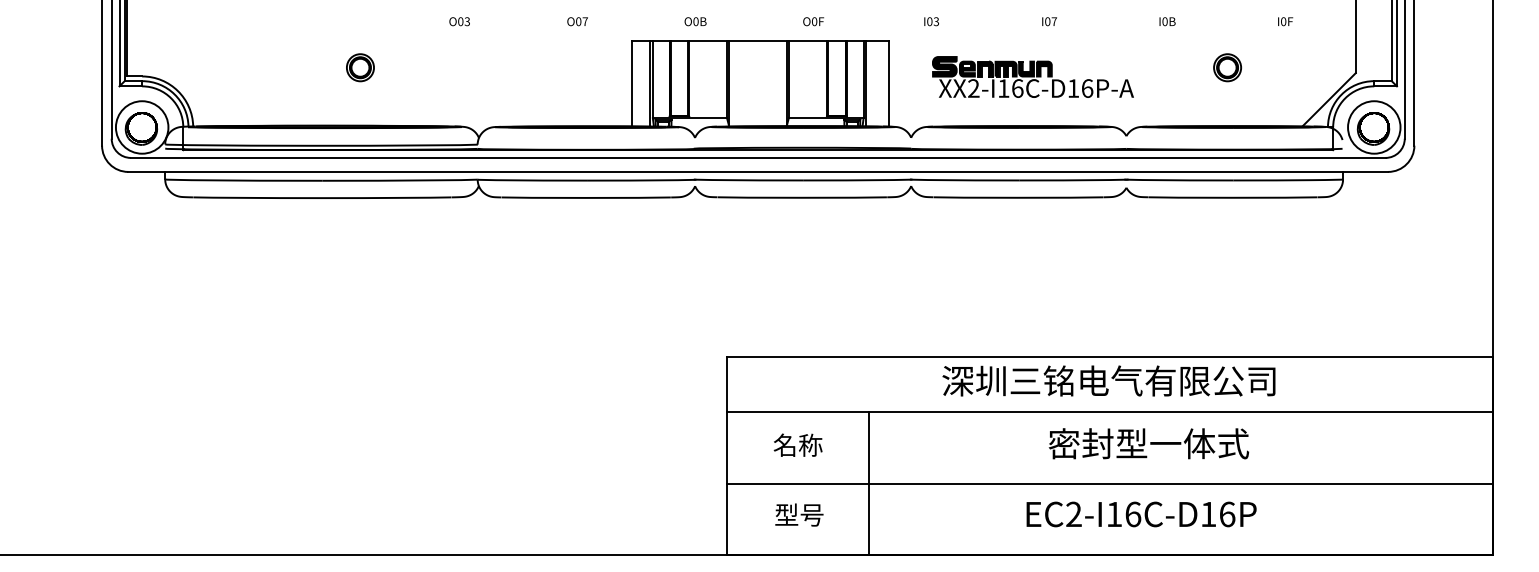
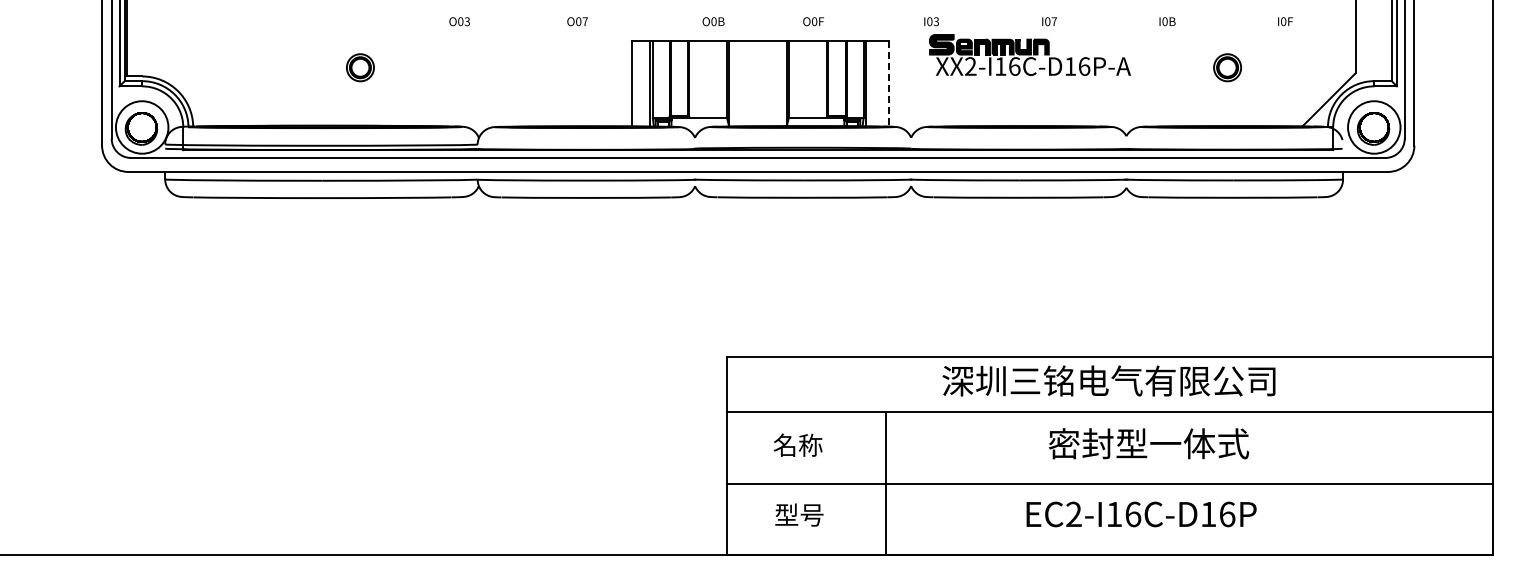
text at (695, 21) position: (695, 21) -> (713, 21)
part at (1032, 76) position: (1032, 76) -> (1029, 54)
line at (889, 84): solid -> dashed
line at (868, 483) position: (868, 483) -> (885, 483)
